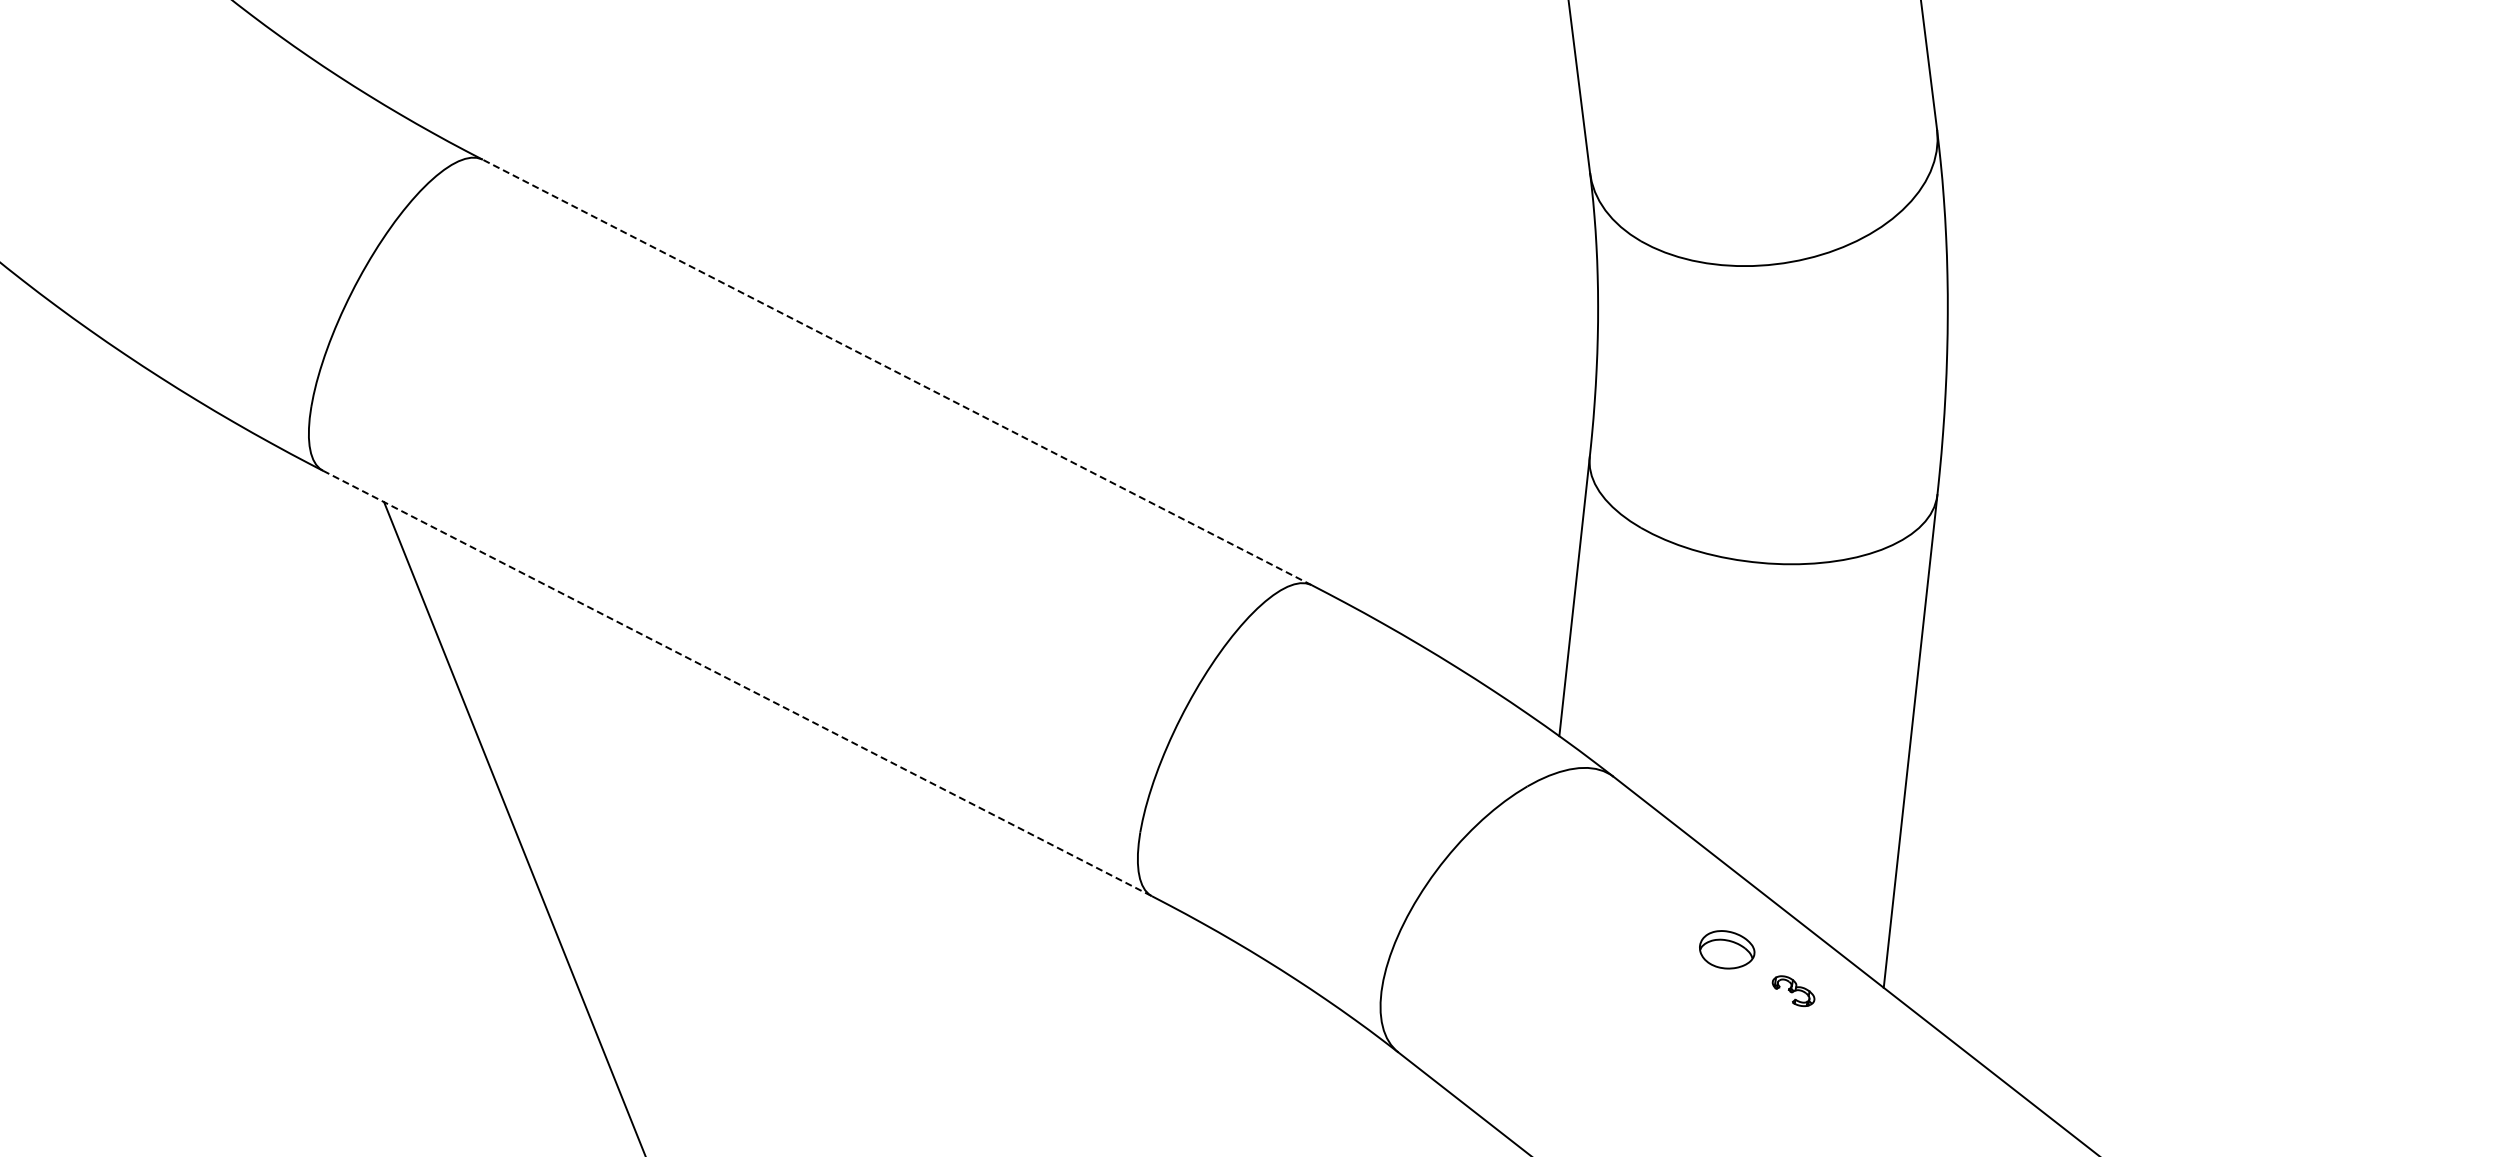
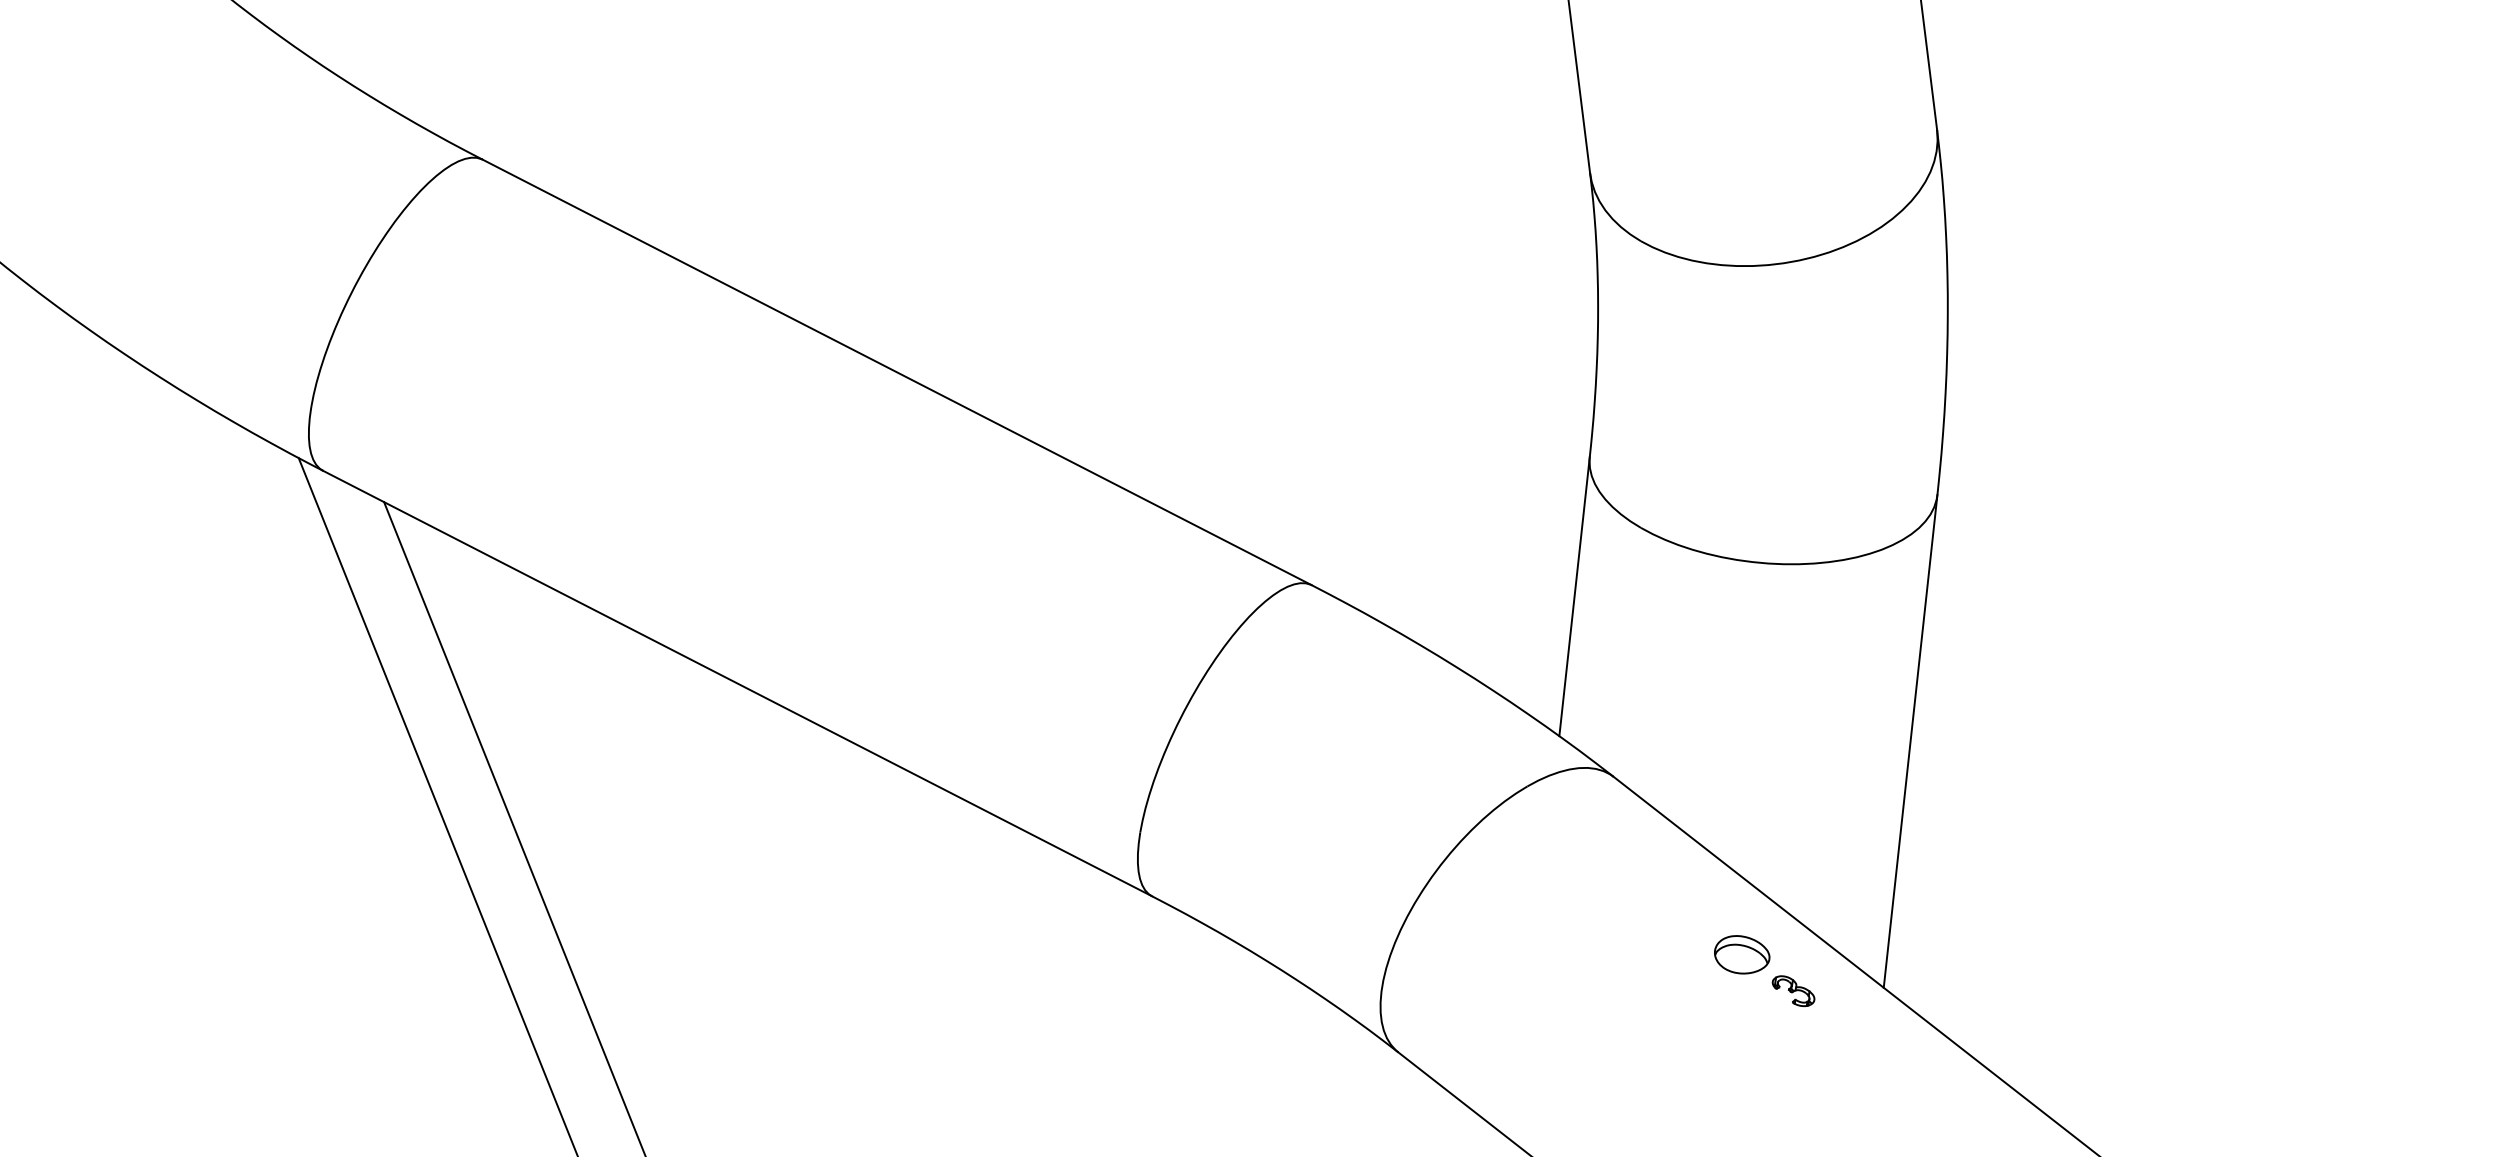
line at (897, 372): dashed -> solid
line at (737, 683): dashed -> solid
line at (437, 805): none -> present
part at (1727, 949) position: (1727, 949) -> (1742, 954)
